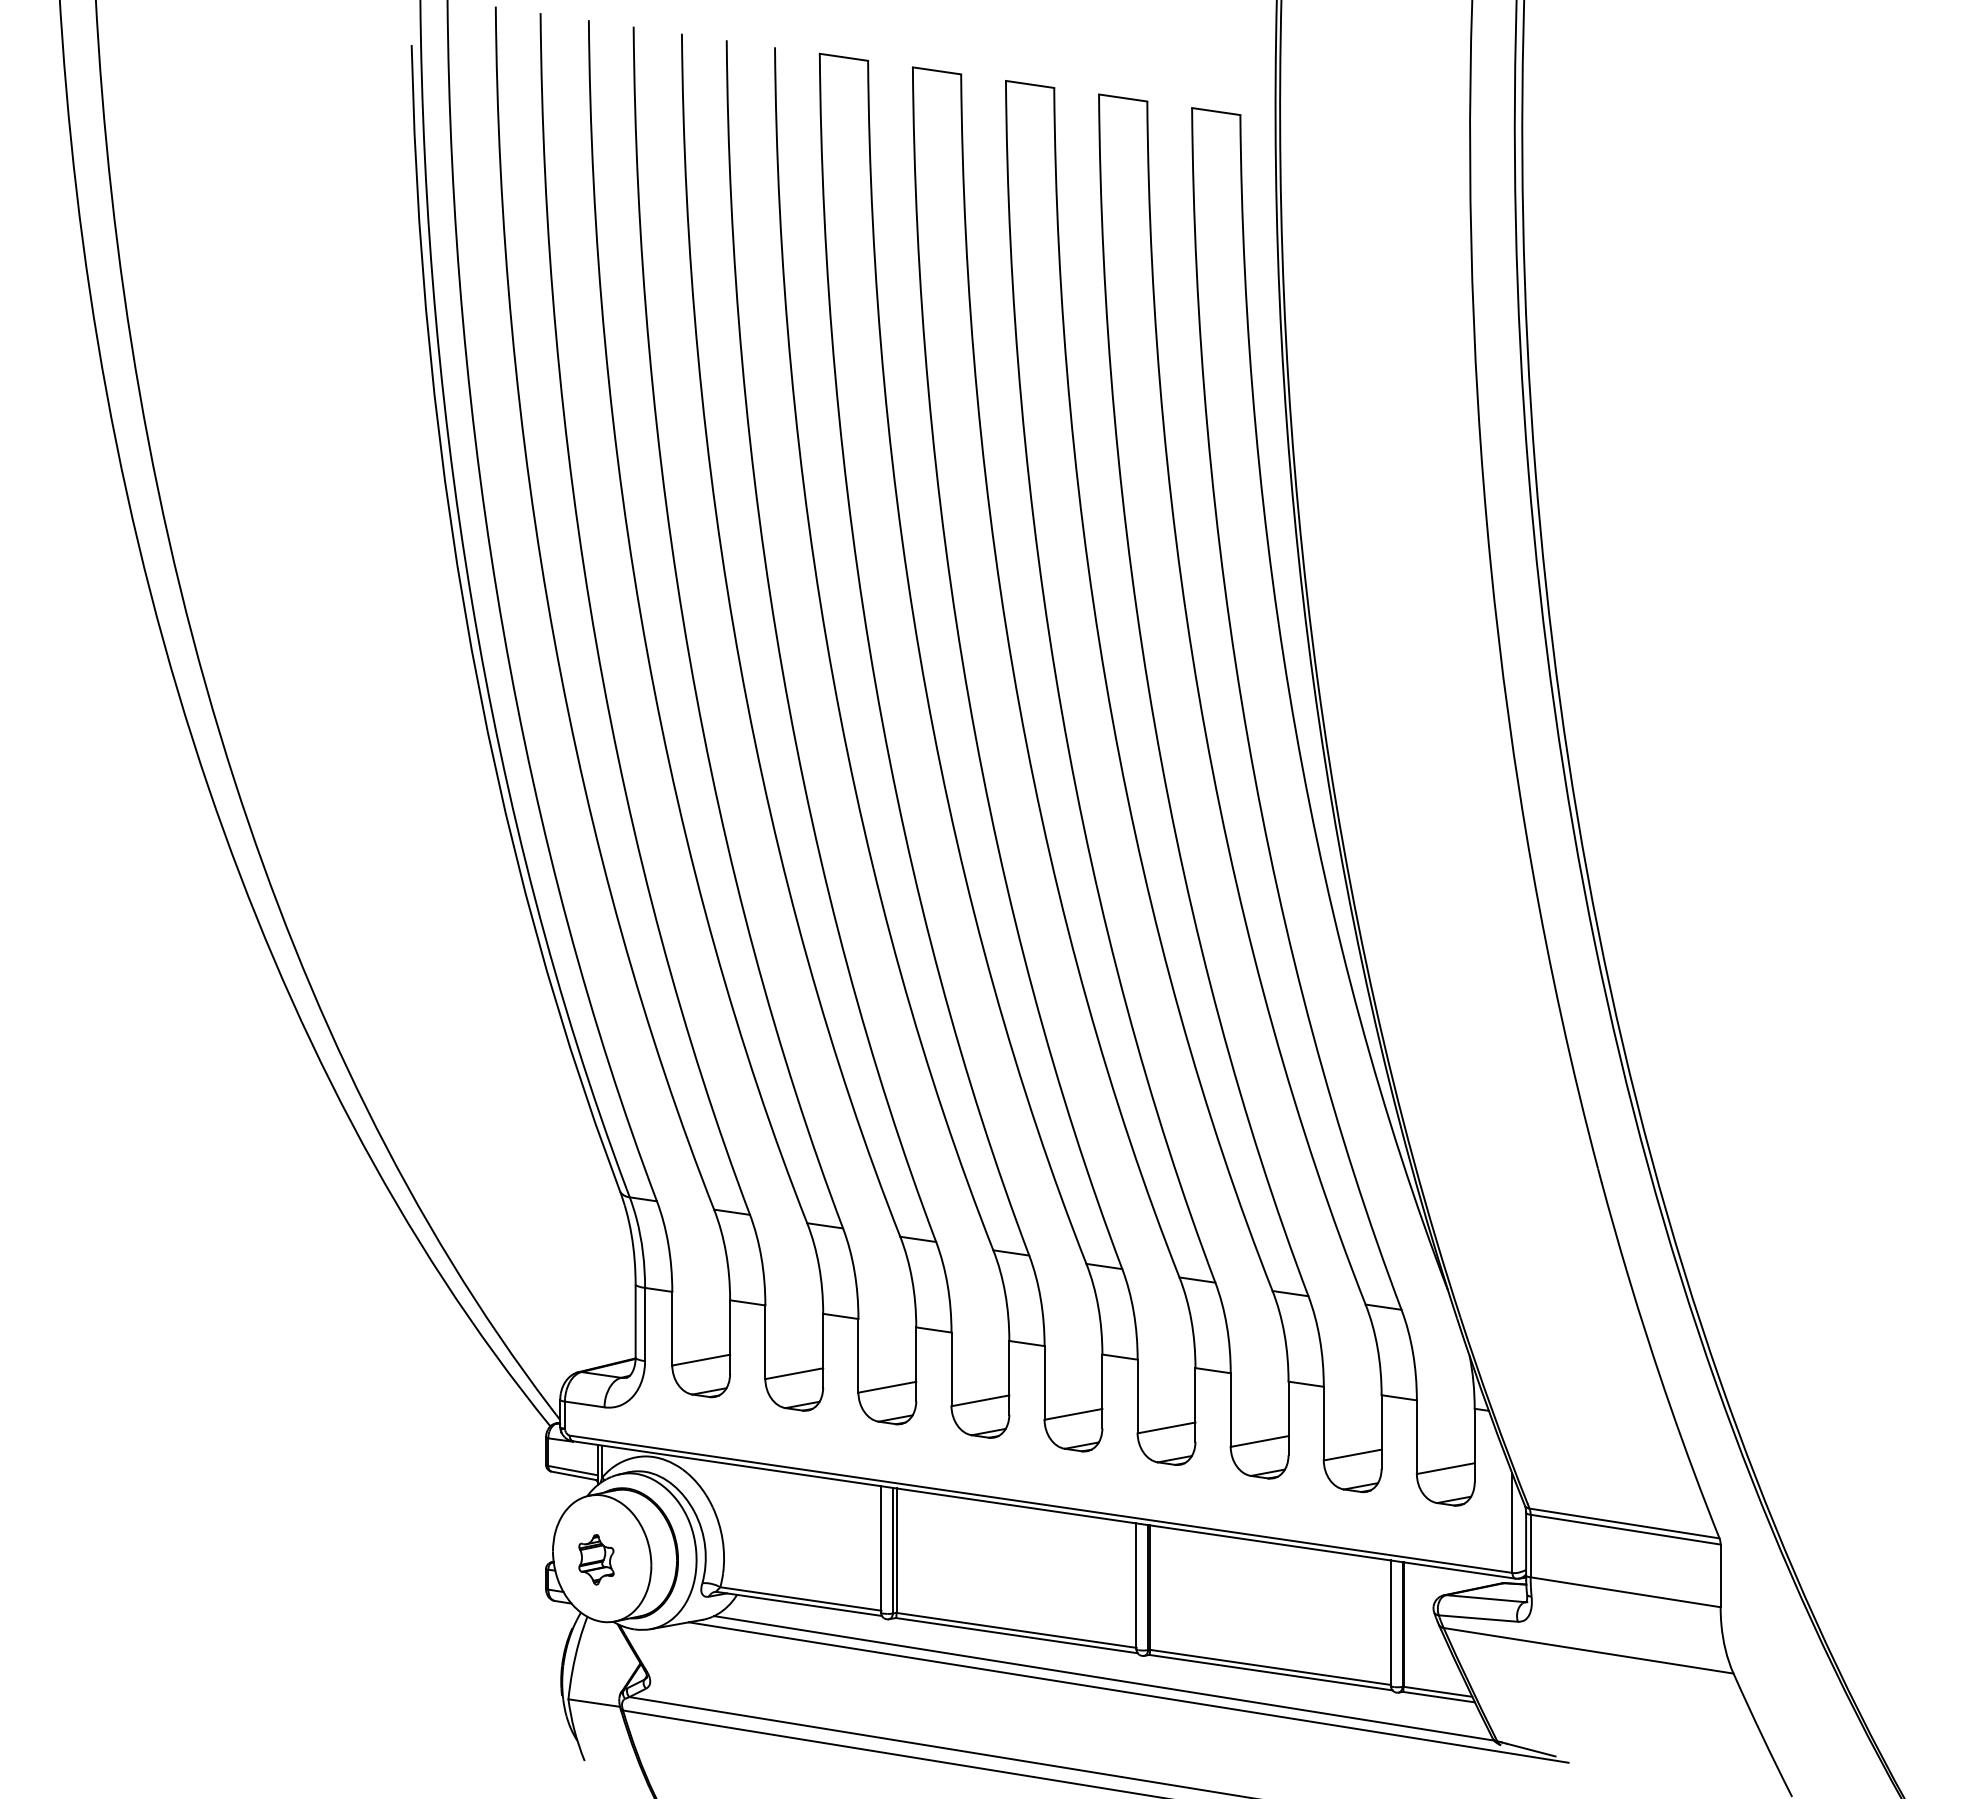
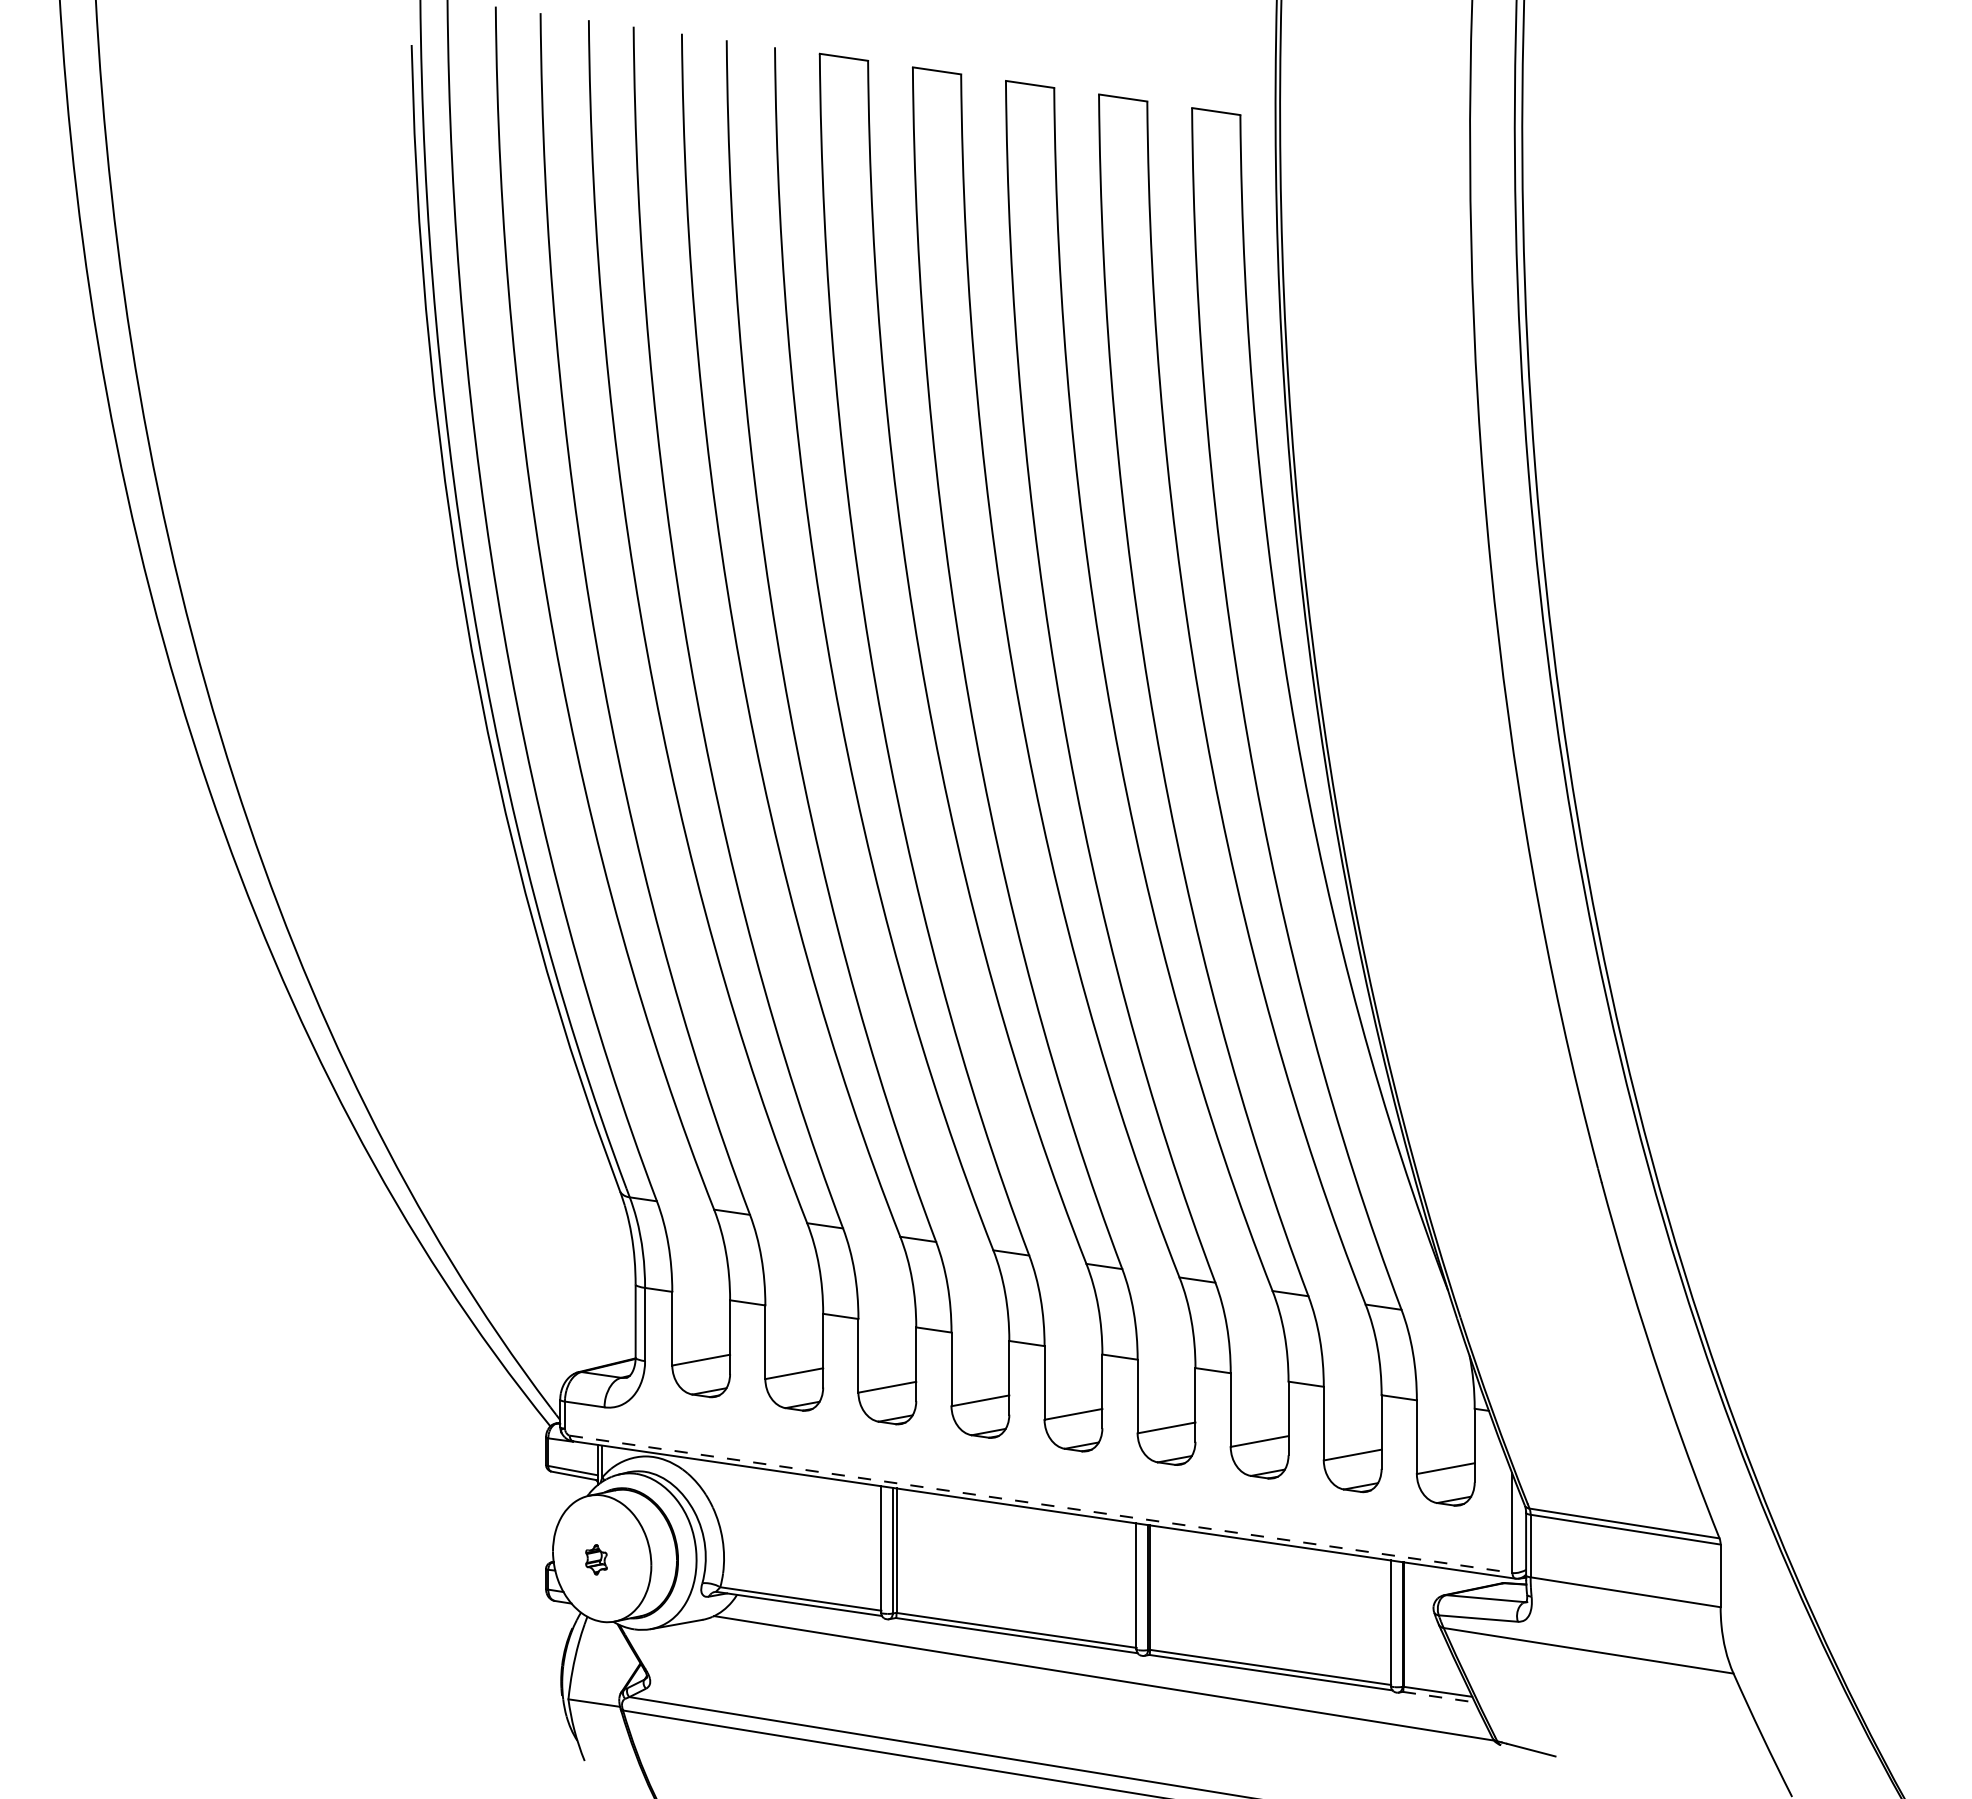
line at (1041, 1504): solid -> dashed
part at (596, 1559) size: 37x52 px -> 23x32 px
line at (1128, 1692): present -> none
line at (1439, 1697): solid -> dashed
